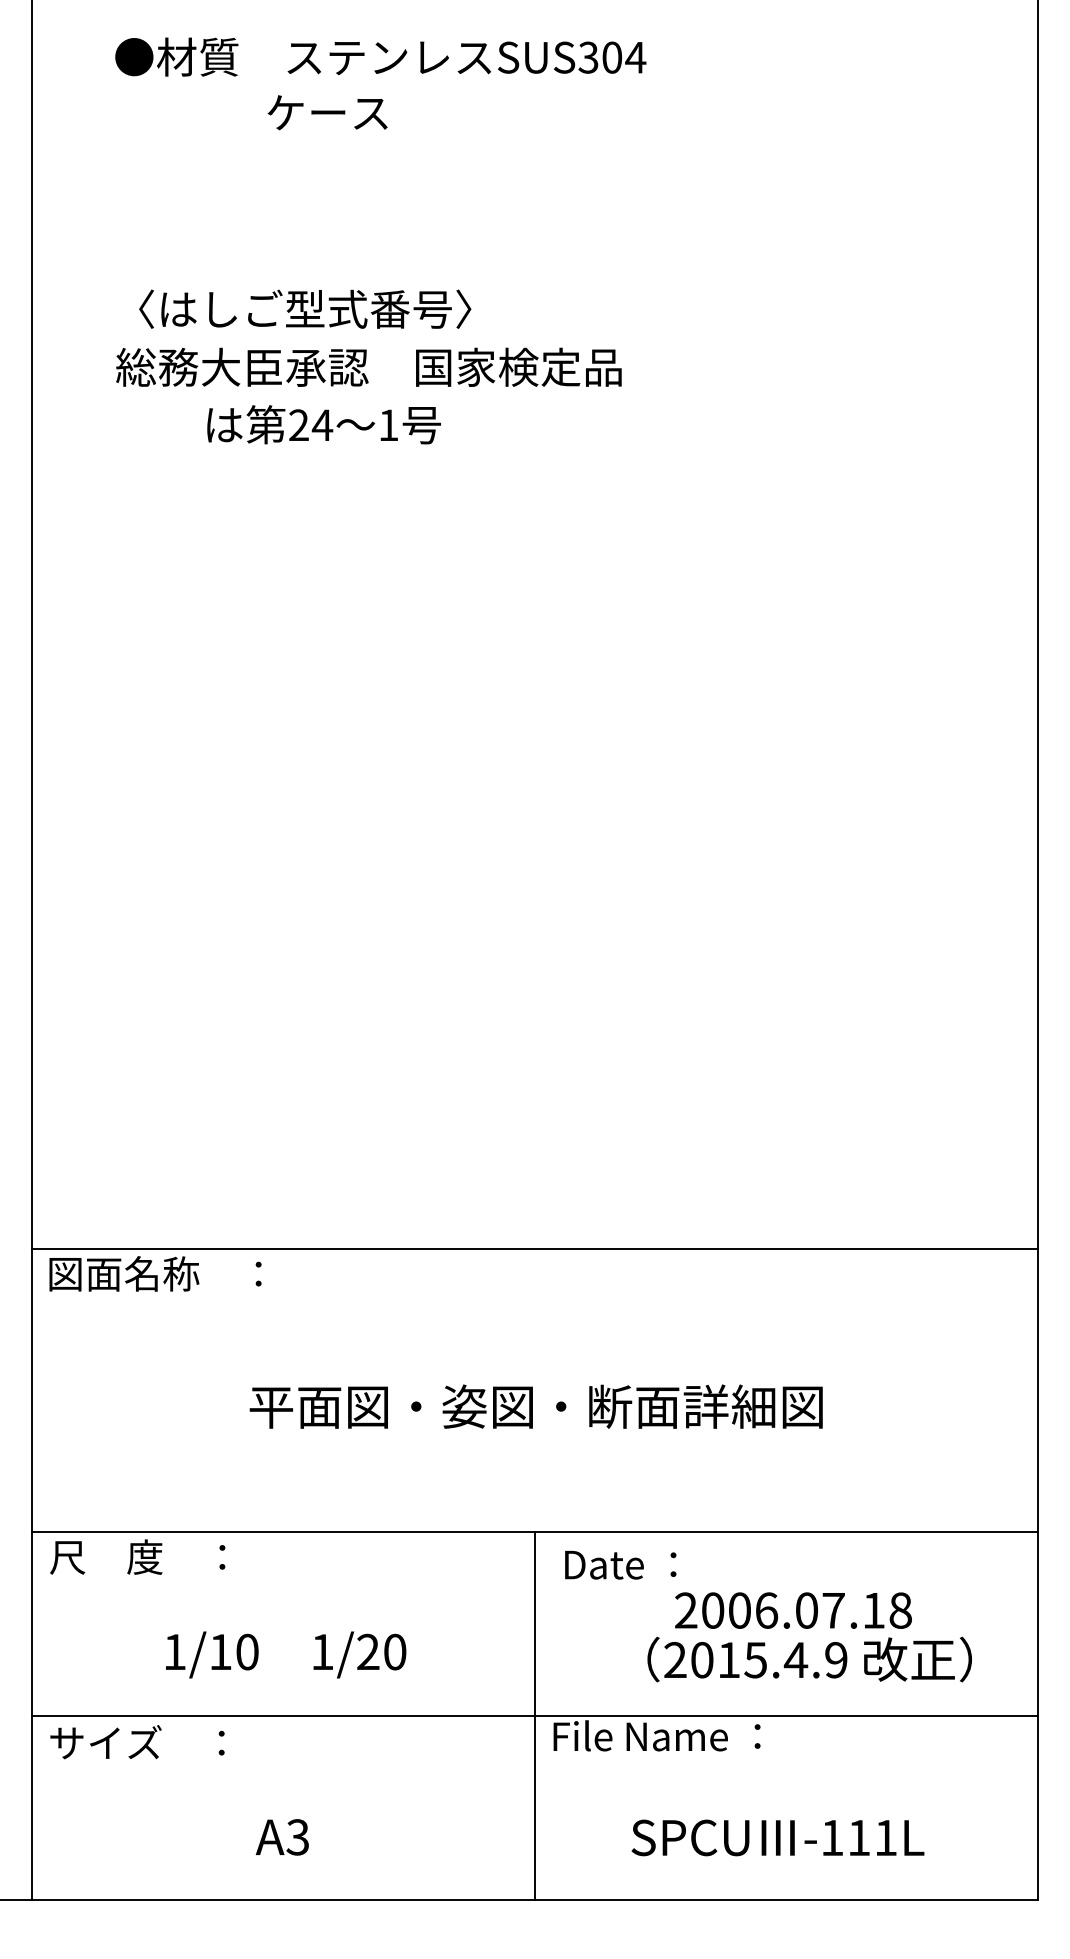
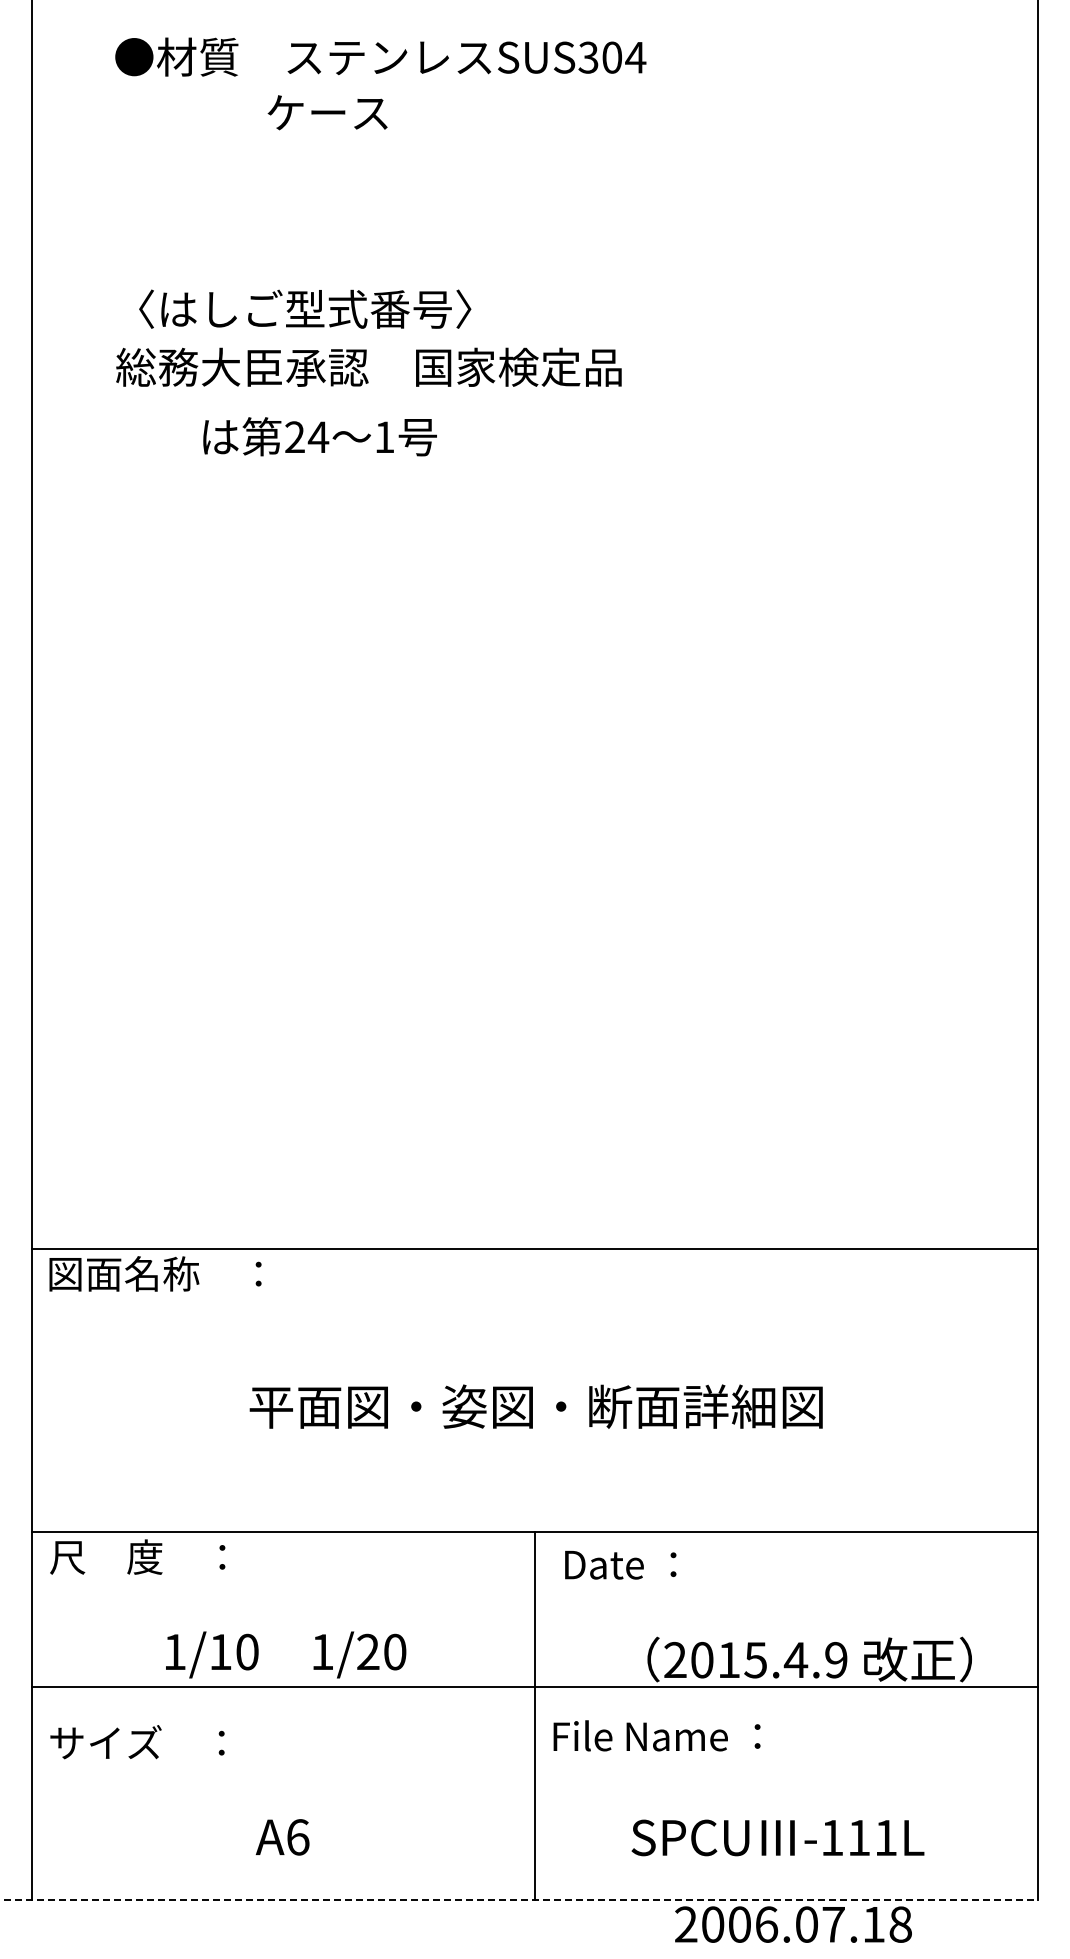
text at (323, 424) position: (323, 424) -> (319, 436)
text at (793, 1610) position: (793, 1610) -> (793, 1924)
line at (534, 1716) position: (534, 1716) -> (534, 1687)
text at (297, 1837): A3 -> A6
line at (519, 1900): solid -> dashed
